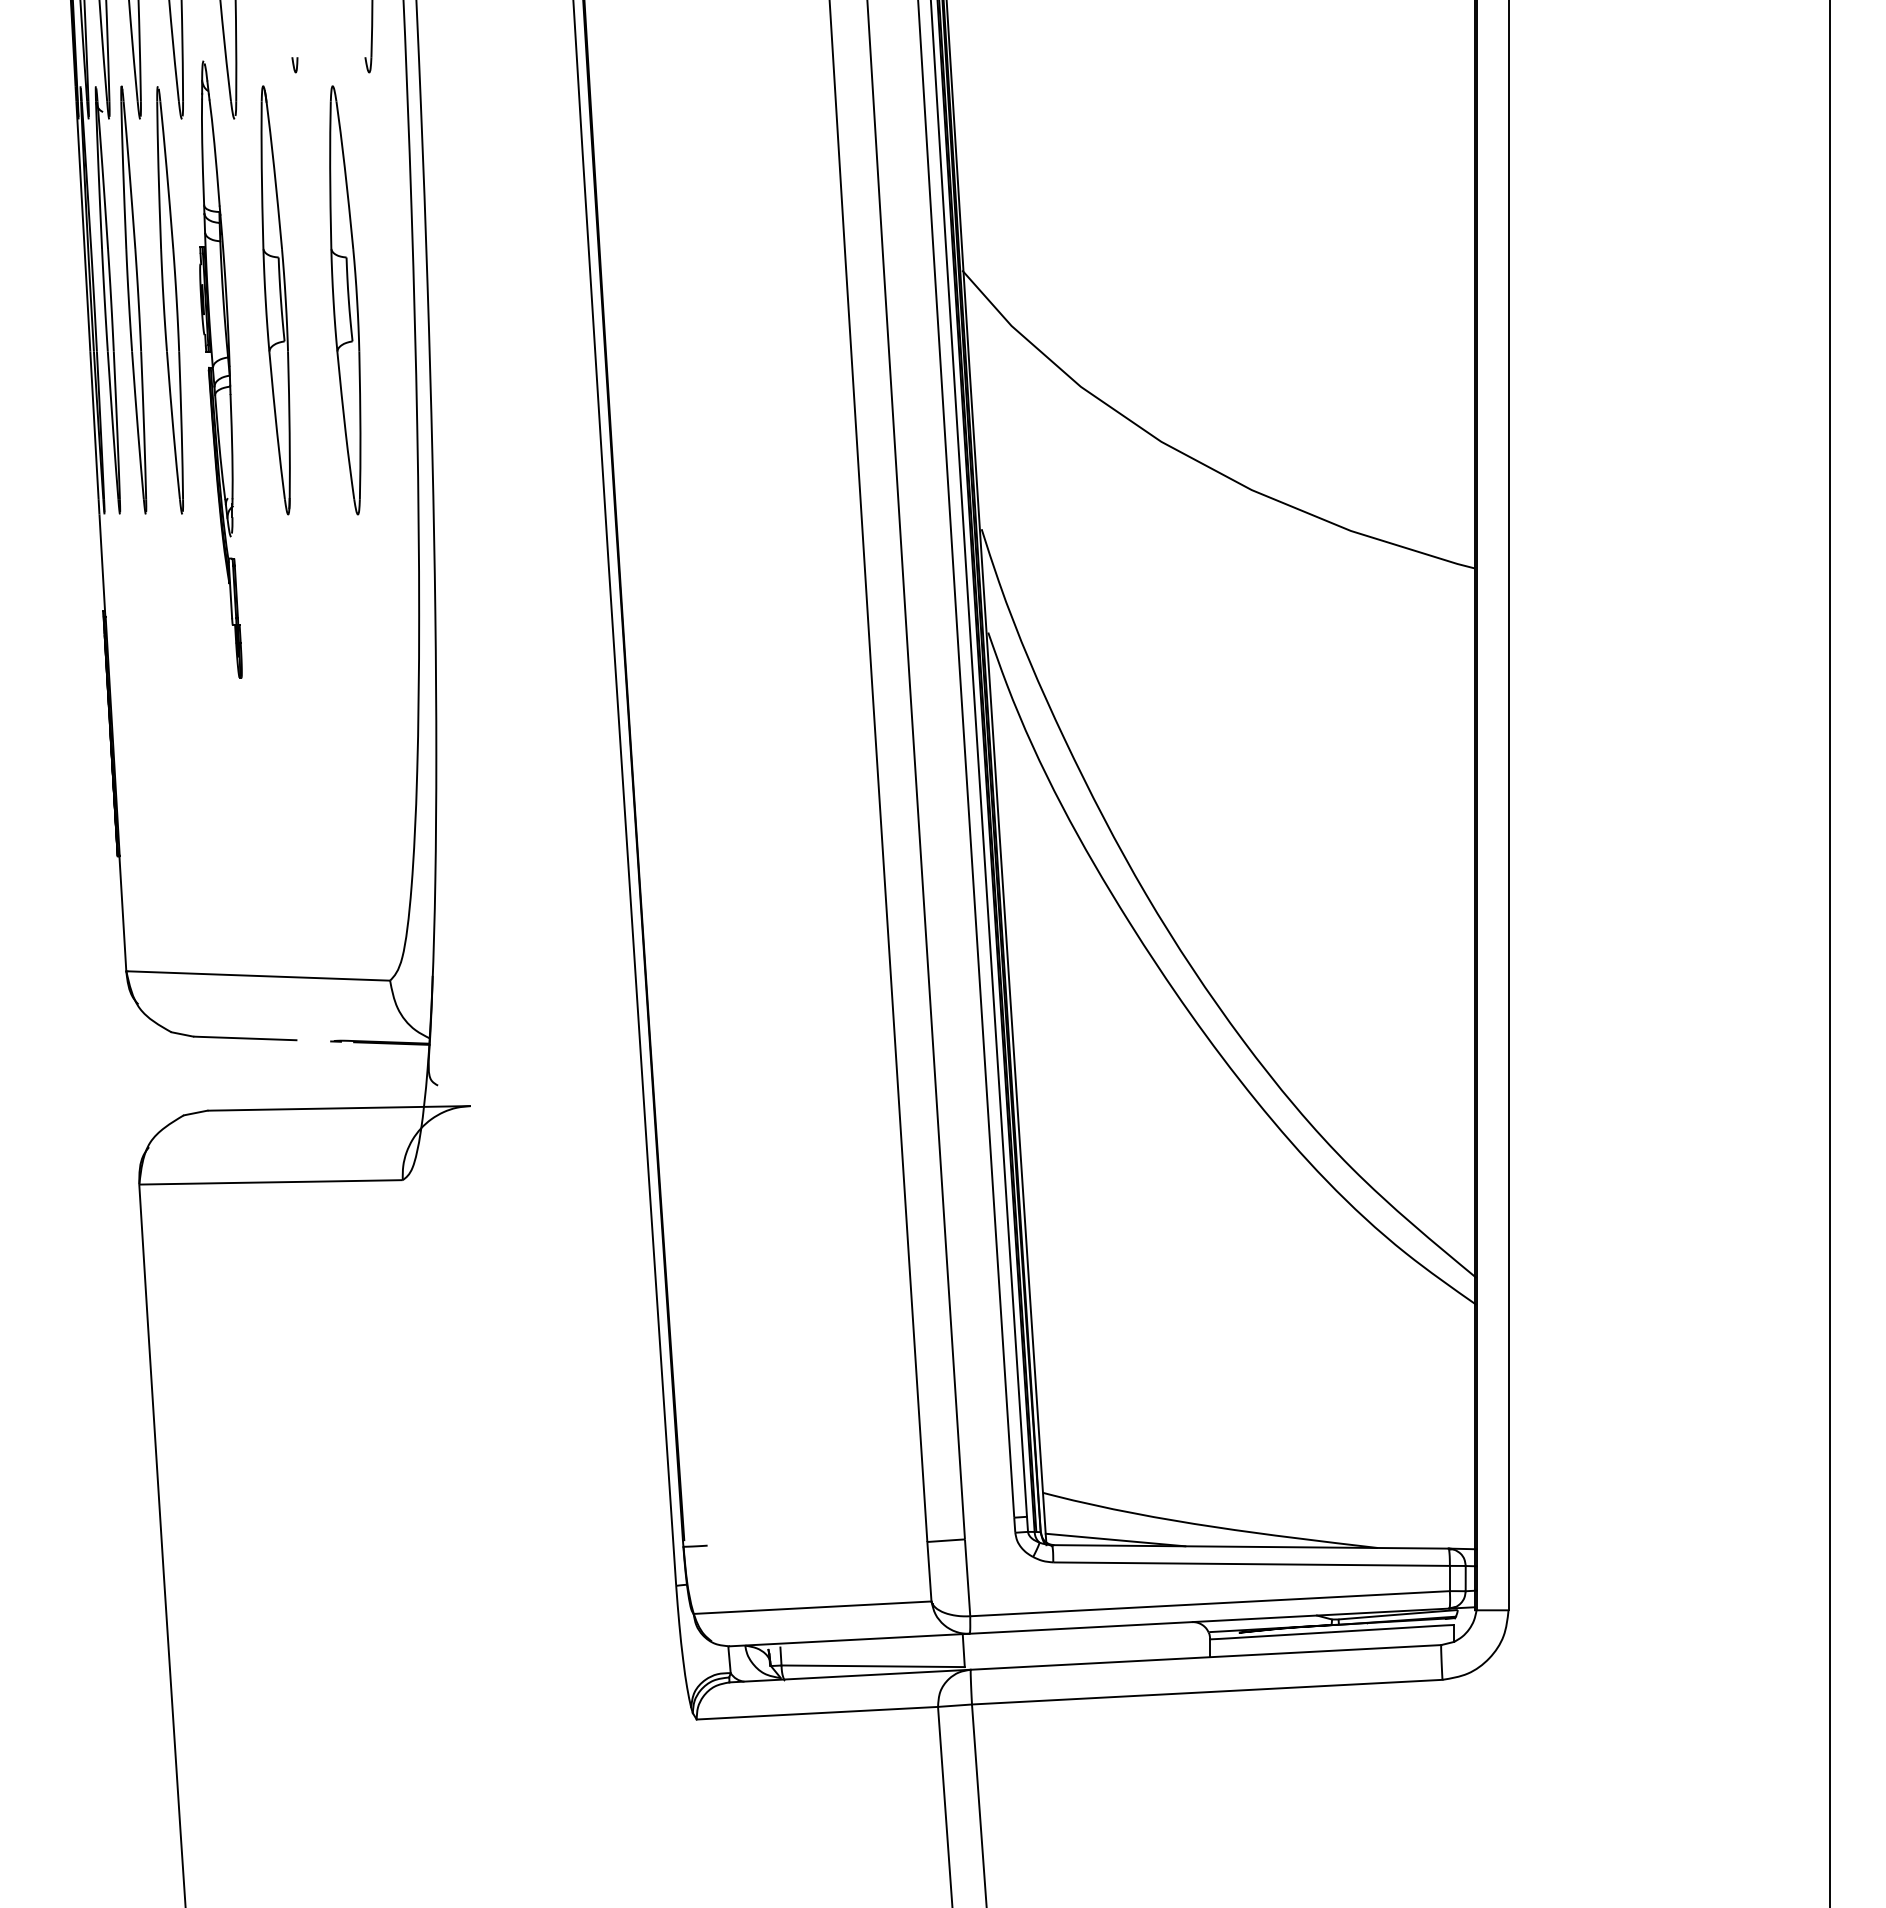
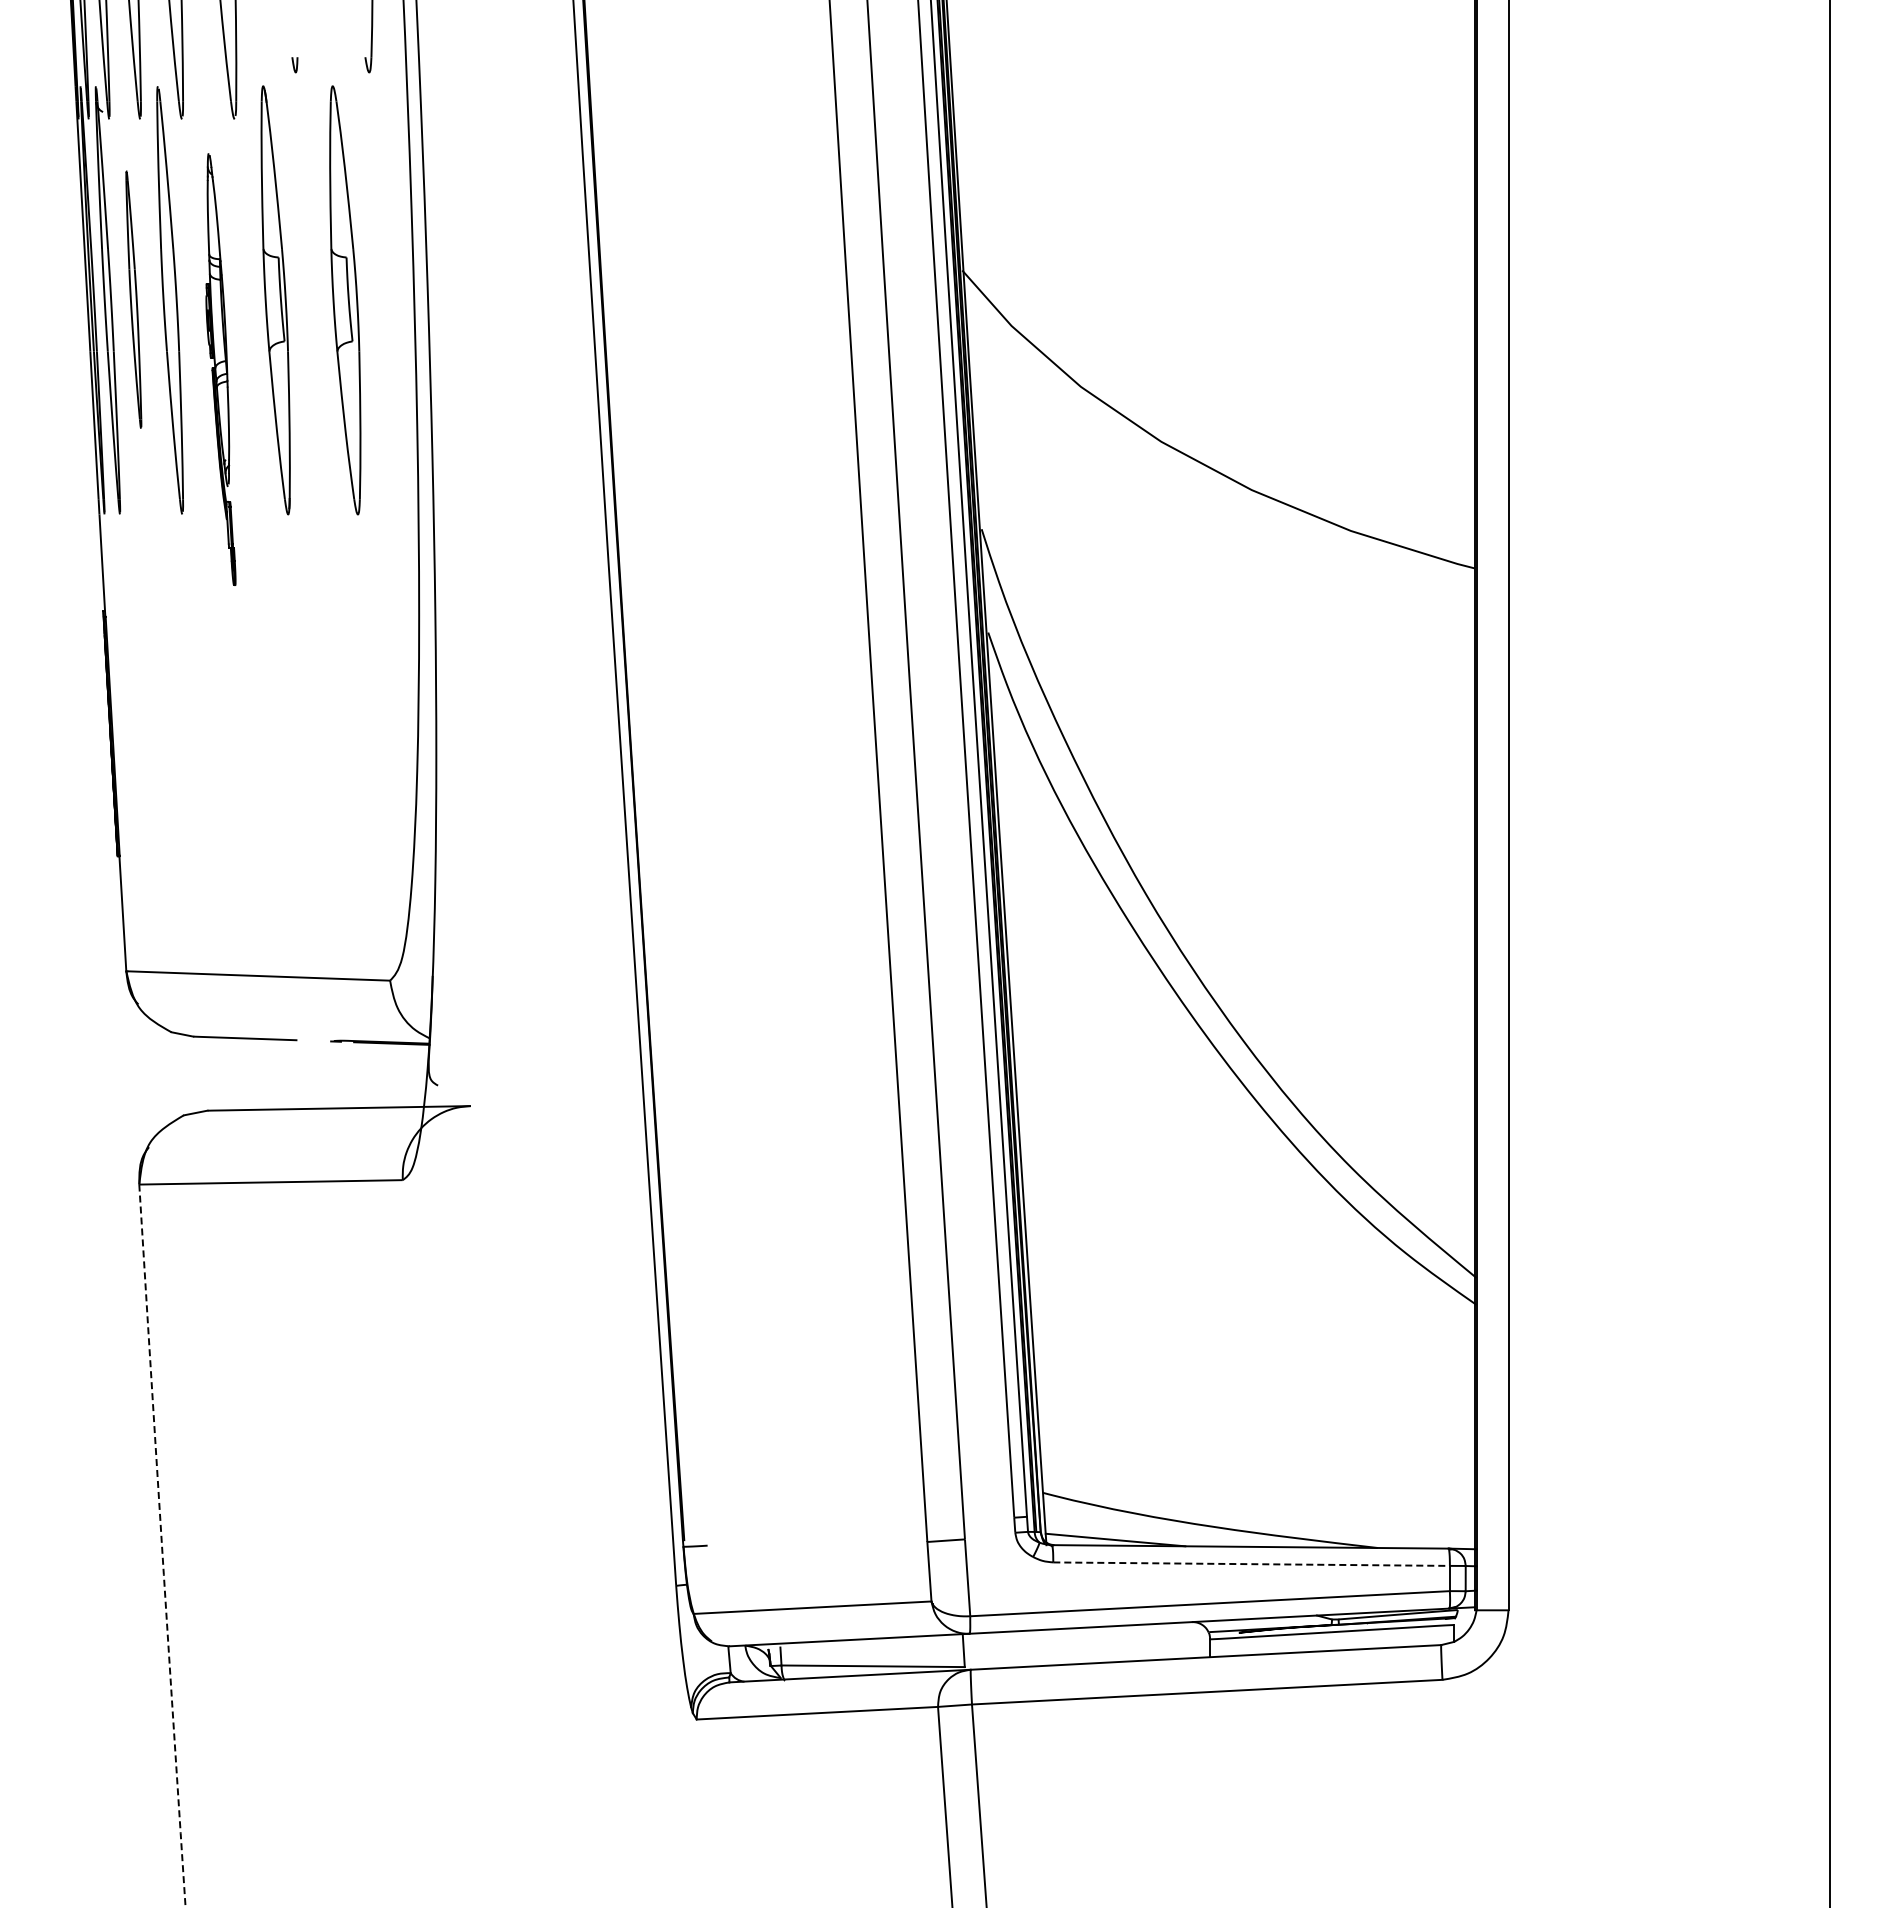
part at (133, 299) size: 28x430 px -> 18x259 px
part at (220, 369) size: 44x619 px -> 32x433 px
arc at (162, 1546): solid -> dashed
line at (1251, 1564): solid -> dashed
